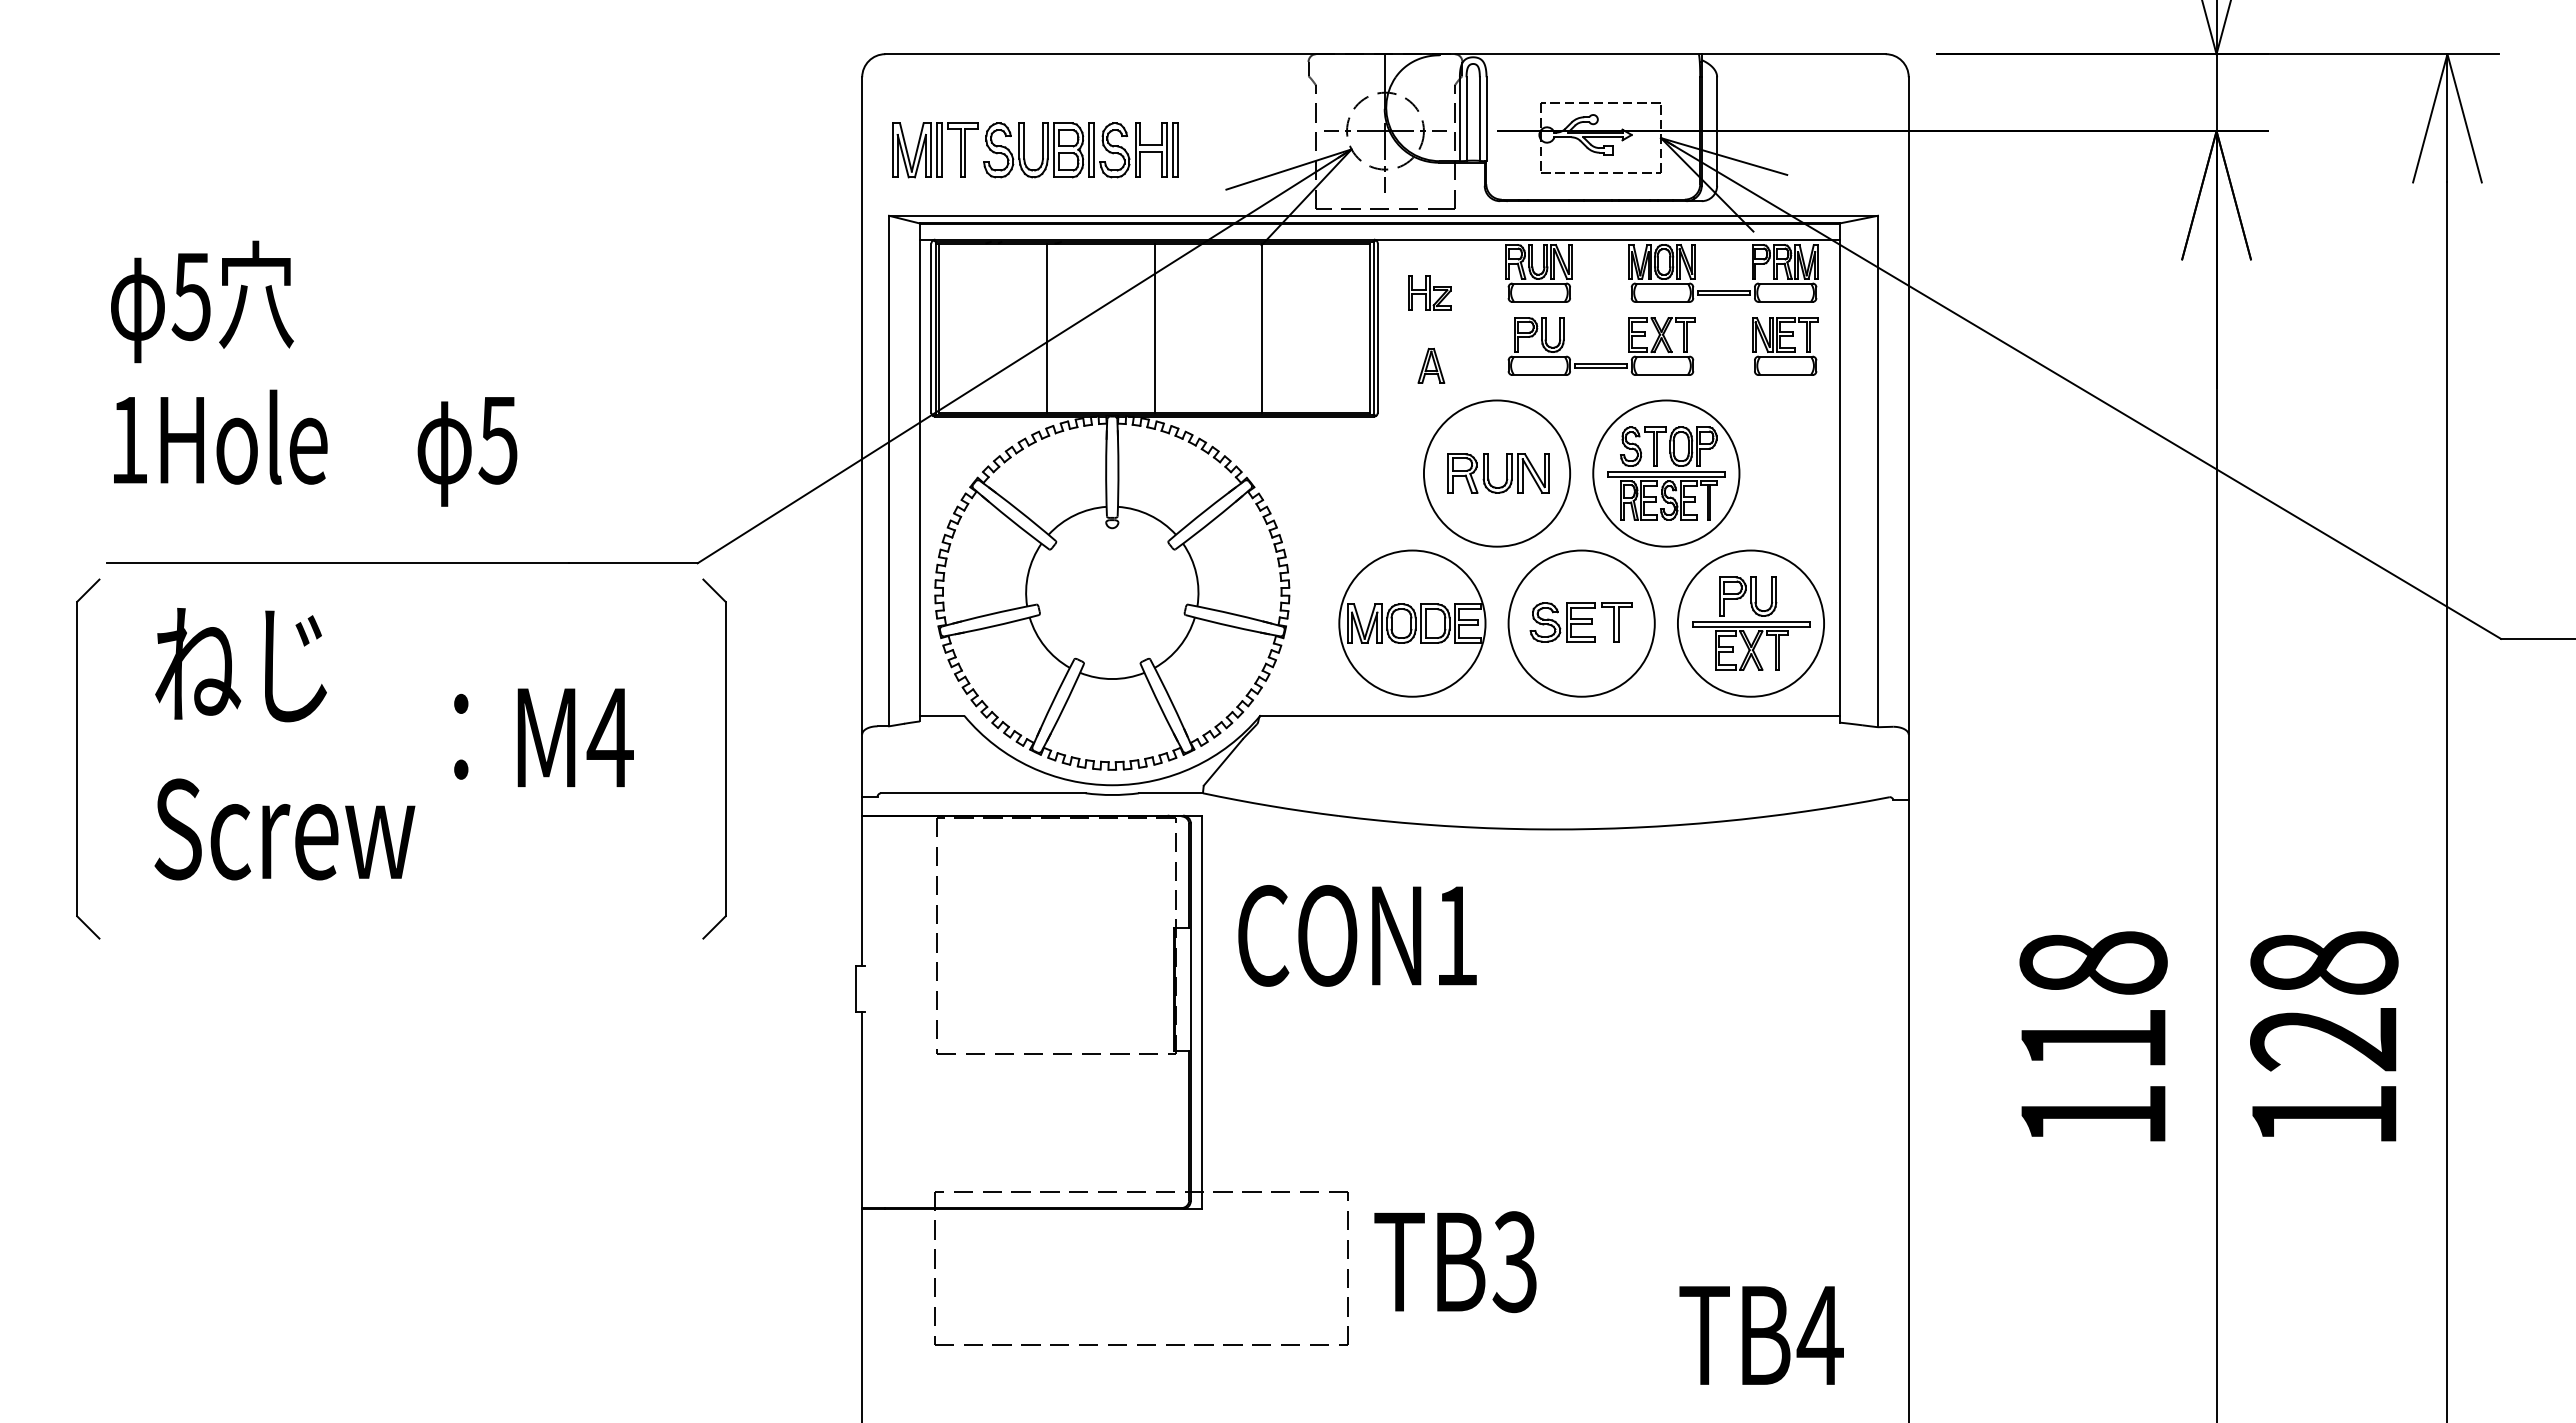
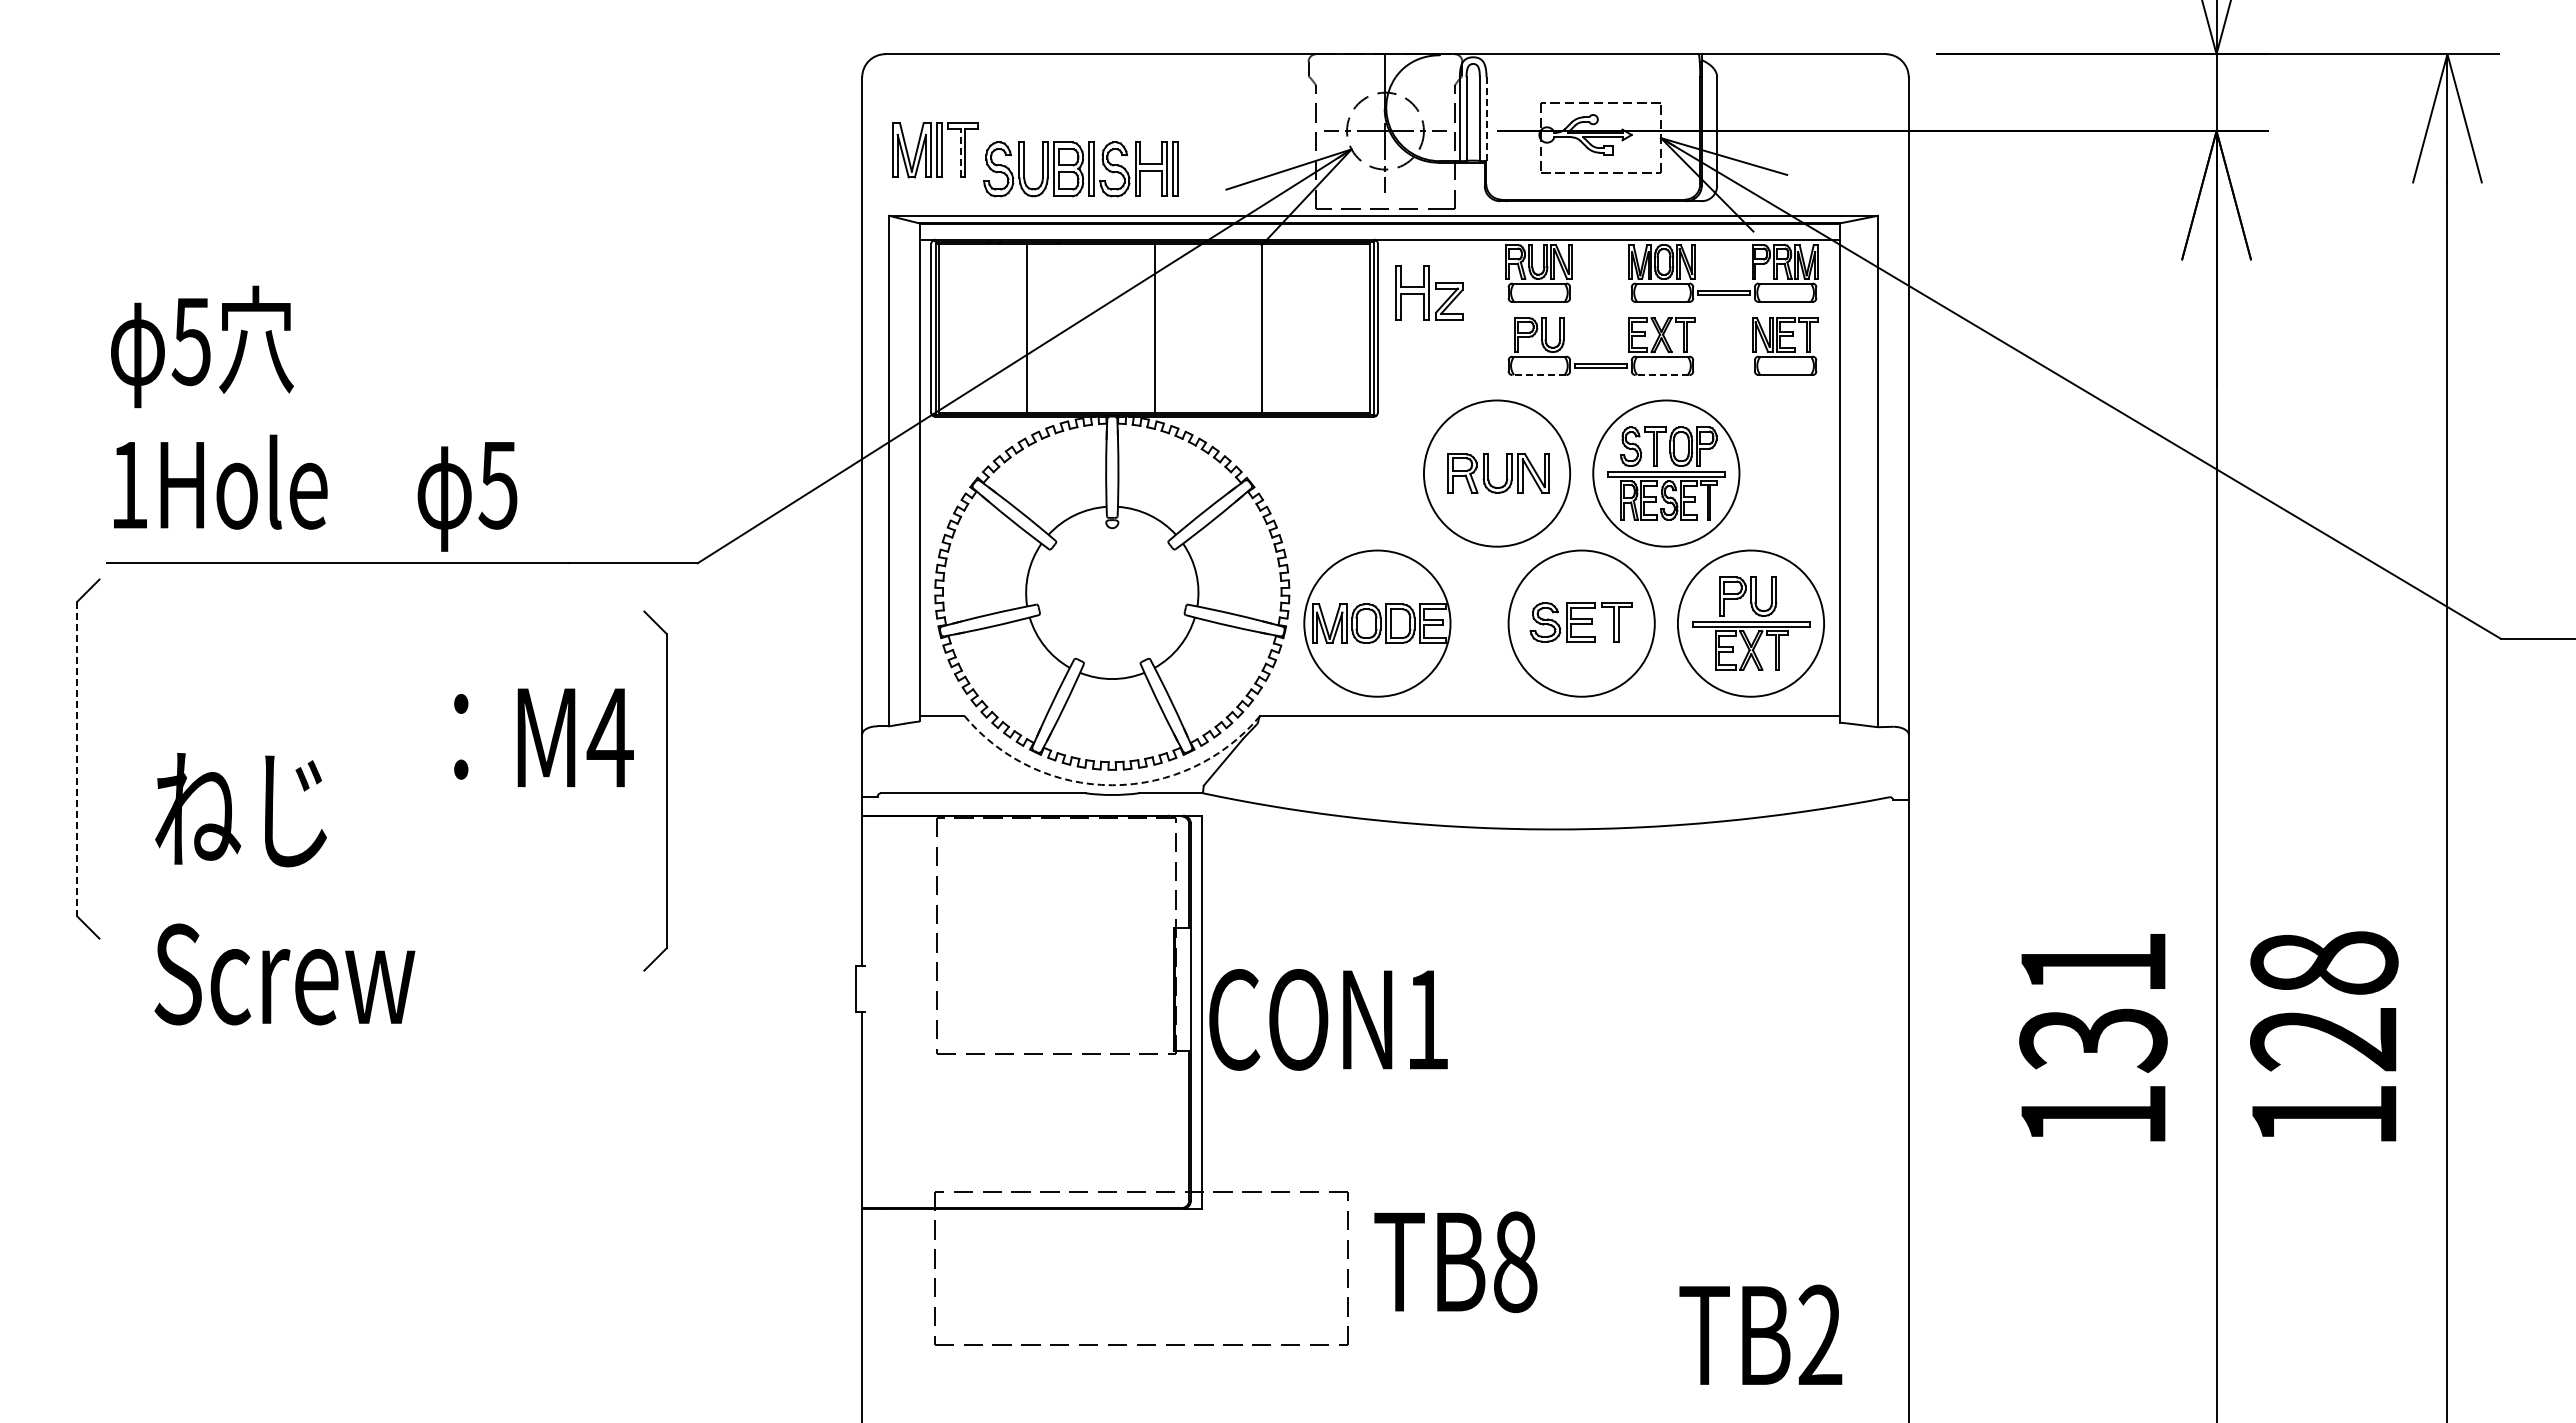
line at (1486, 119): solid -> dashed
part at (1080, 150) position: (1080, 150) -> (1080, 169)
line at (960, 152): solid -> dashed
part at (1429, 292) size: 44x36 px -> 69x56 px
line at (1046, 327) position: (1046, 327) -> (1026, 327)
part at (1431, 365): present -> none
text at (314, 373) position: (314, 373) -> (314, 418)
line at (1539, 375): solid -> dashed
line at (1662, 375): solid -> dashed
part at (1412, 623) position: (1412, 623) -> (1377, 623)
text at (284, 744) position: (284, 744) -> (284, 889)
part at (725, 758) position: (725, 758) -> (666, 790)
line at (77, 759): solid -> dashed
arc at (1112, 785): solid -> dashed
text at (1357, 935) position: (1357, 935) -> (1328, 1019)
text at (2093, 1001): 118 -> 131
text at (1514, 1261): TB3 -> TB8
text at (1819, 1334): TB4 -> TB2
